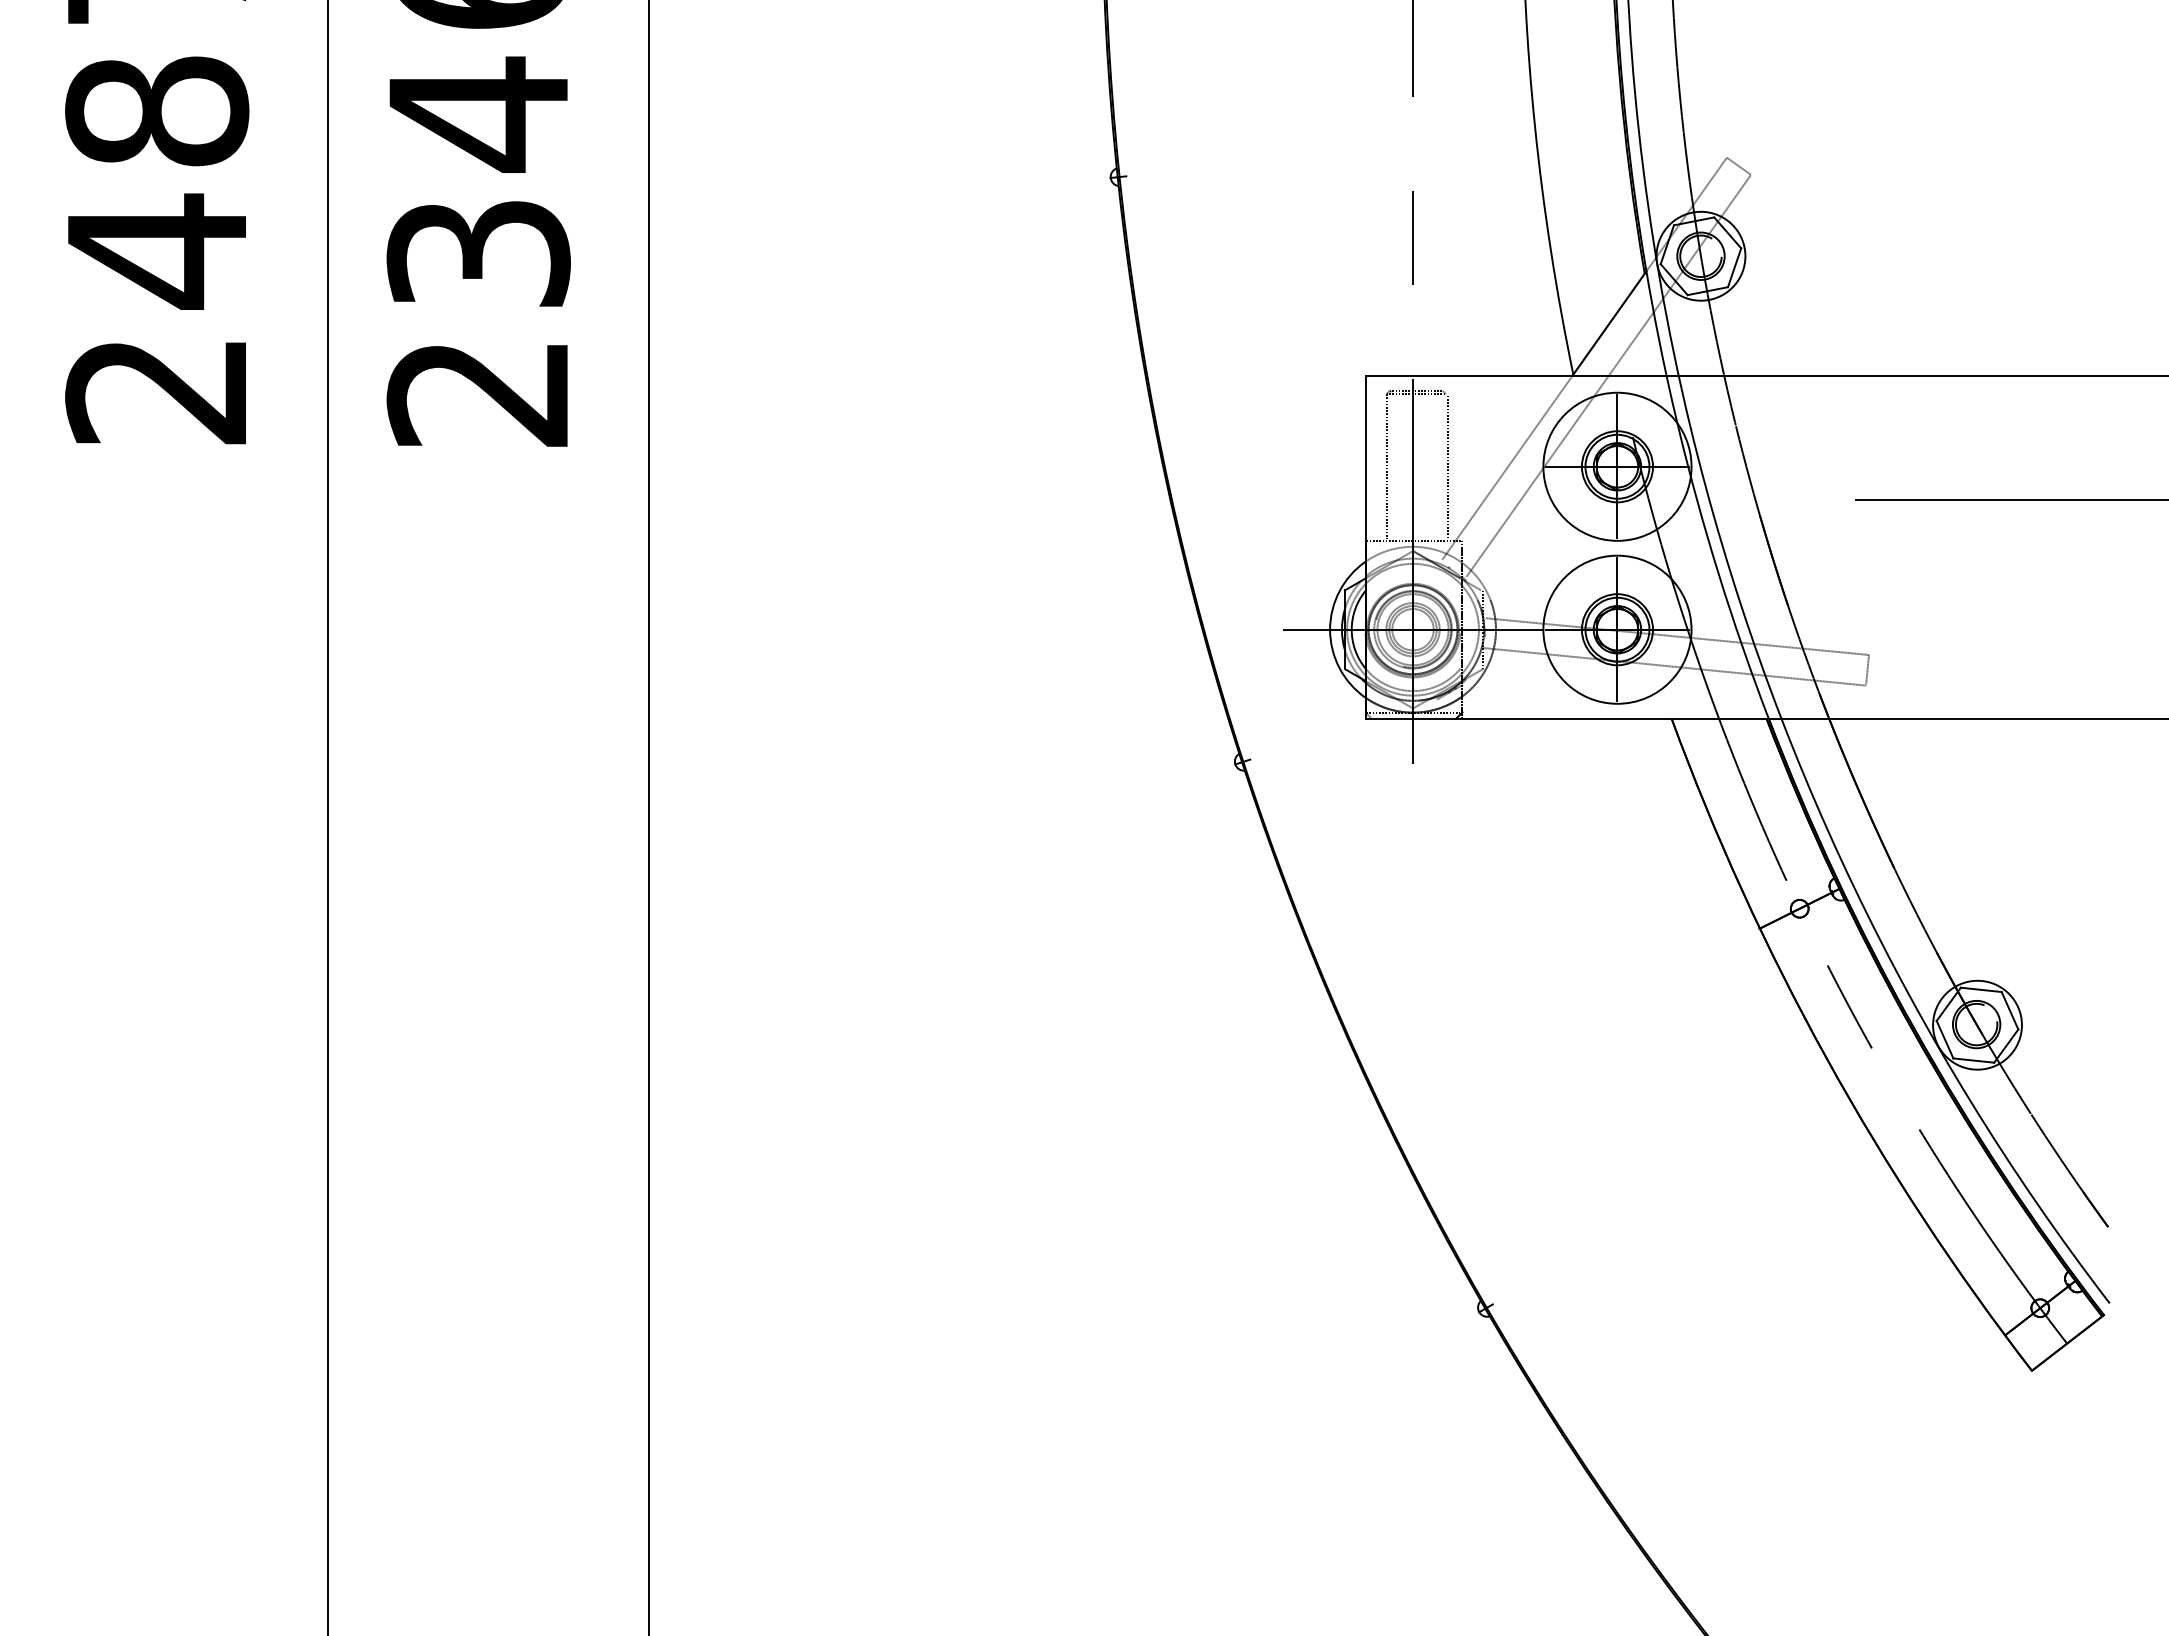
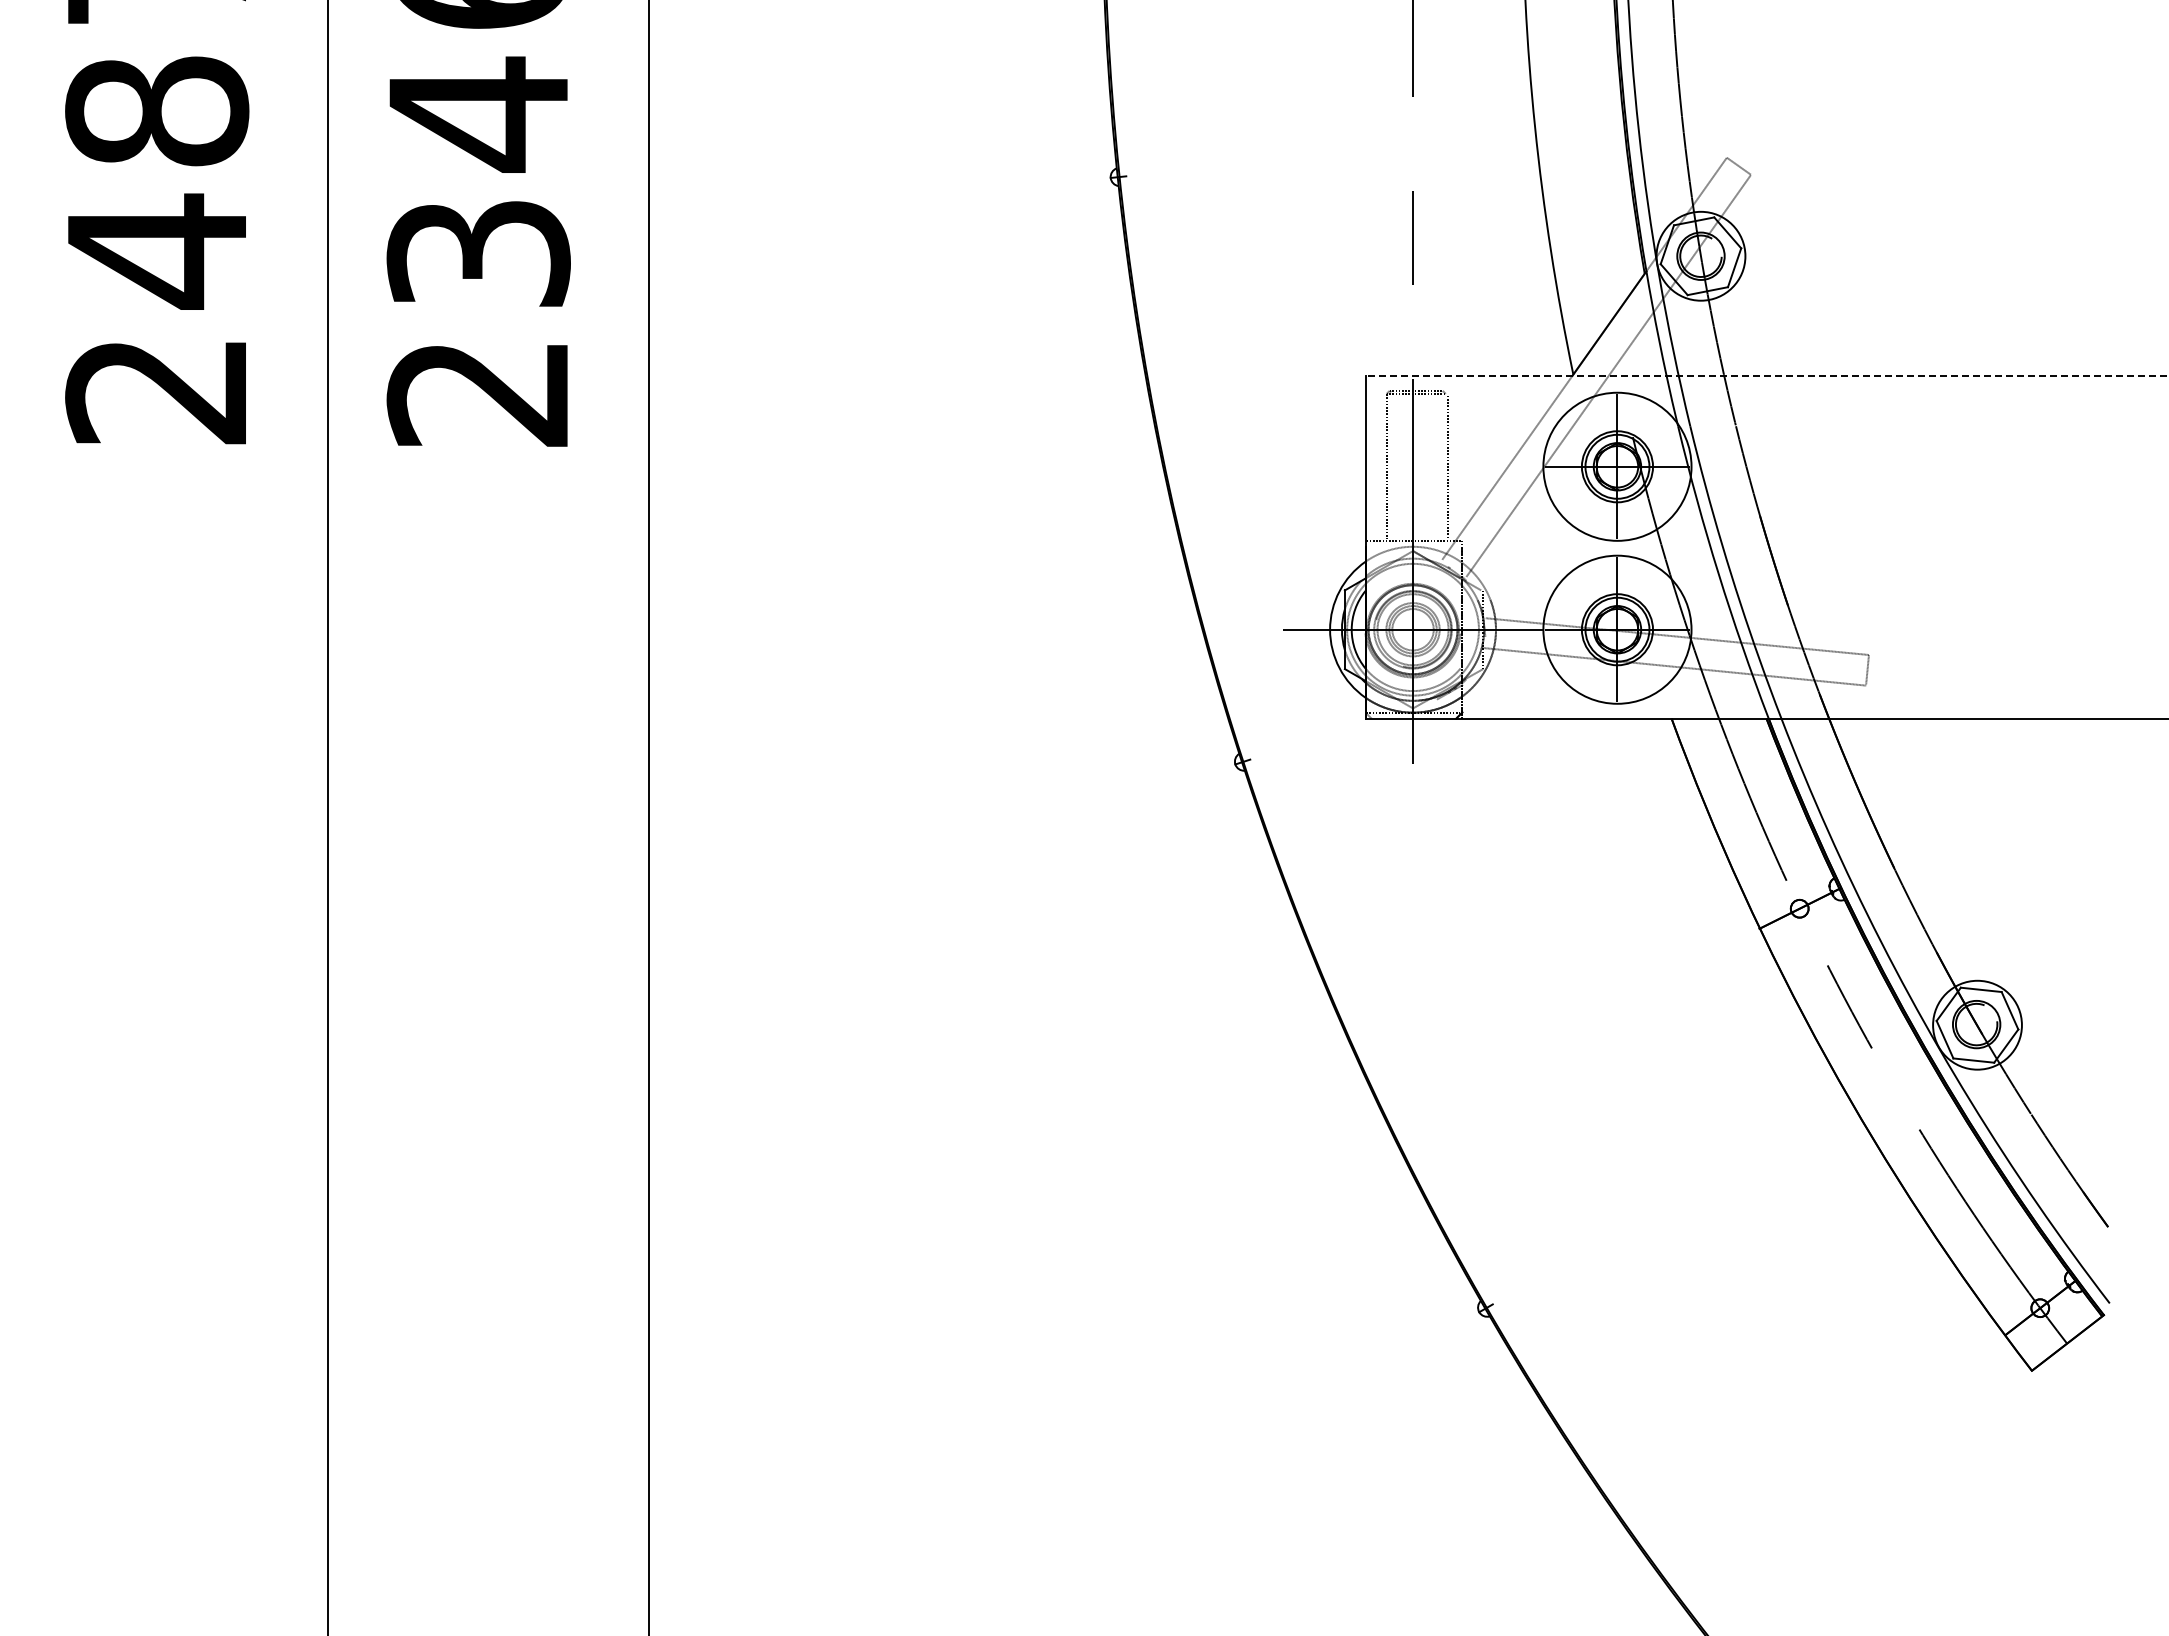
line at (1767, 375): solid -> dashed
line at (2010, 500): present -> none
